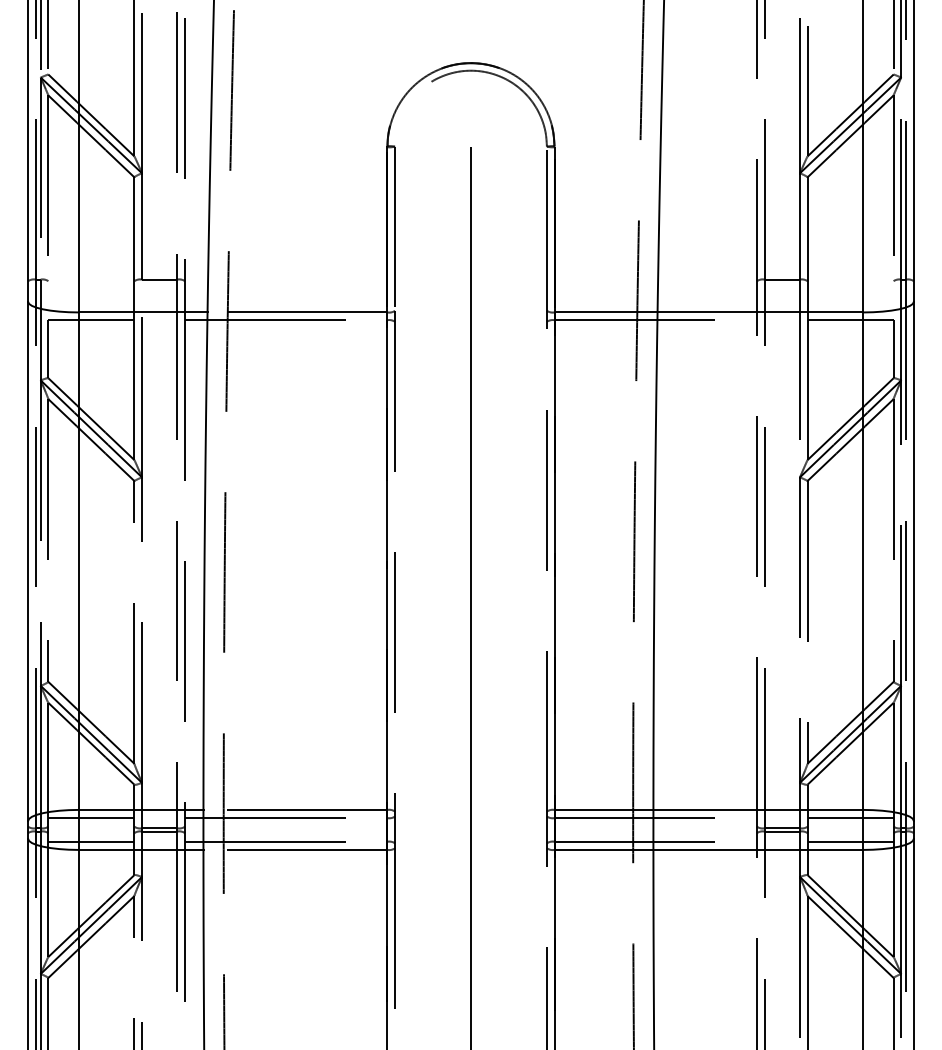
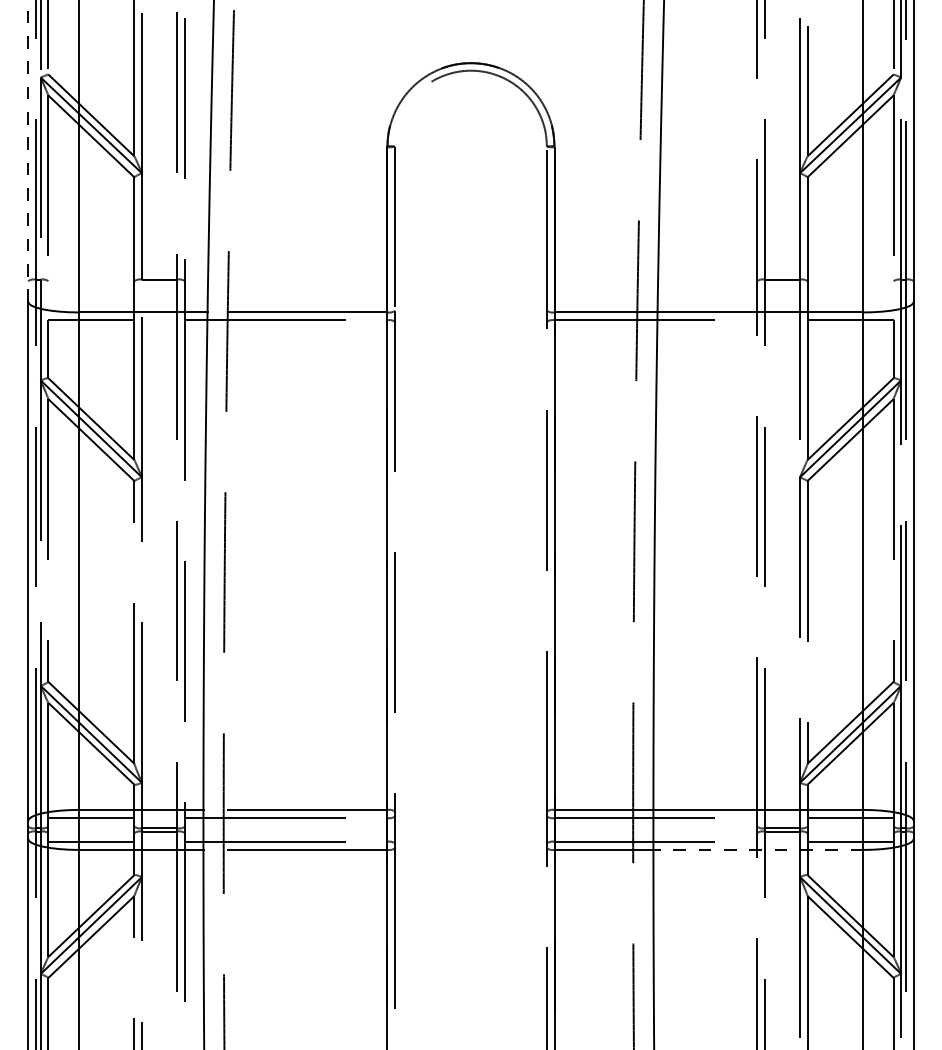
line at (28, 151): solid -> dashed
line at (470, 596): present -> none
line at (758, 849): solid -> dashed
